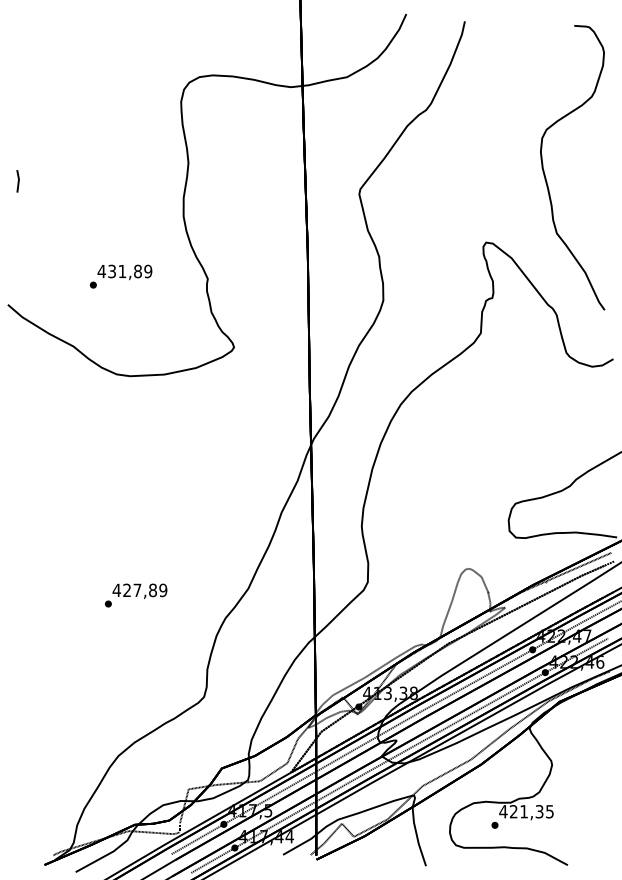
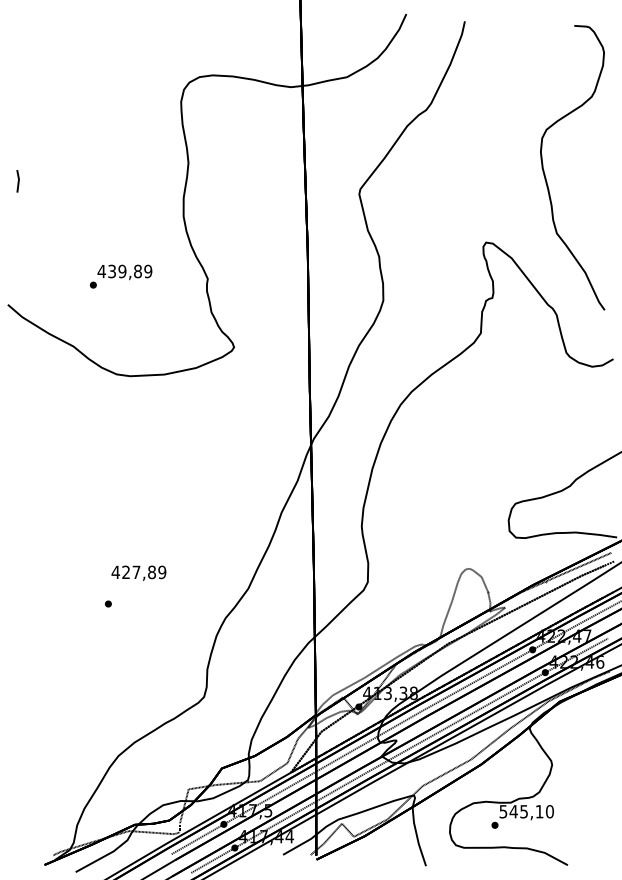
text at (122, 271): 431,89 -> 439,89
text at (139, 590) position: (139, 590) -> (138, 572)
text at (526, 811): 421,35 -> 545,10
